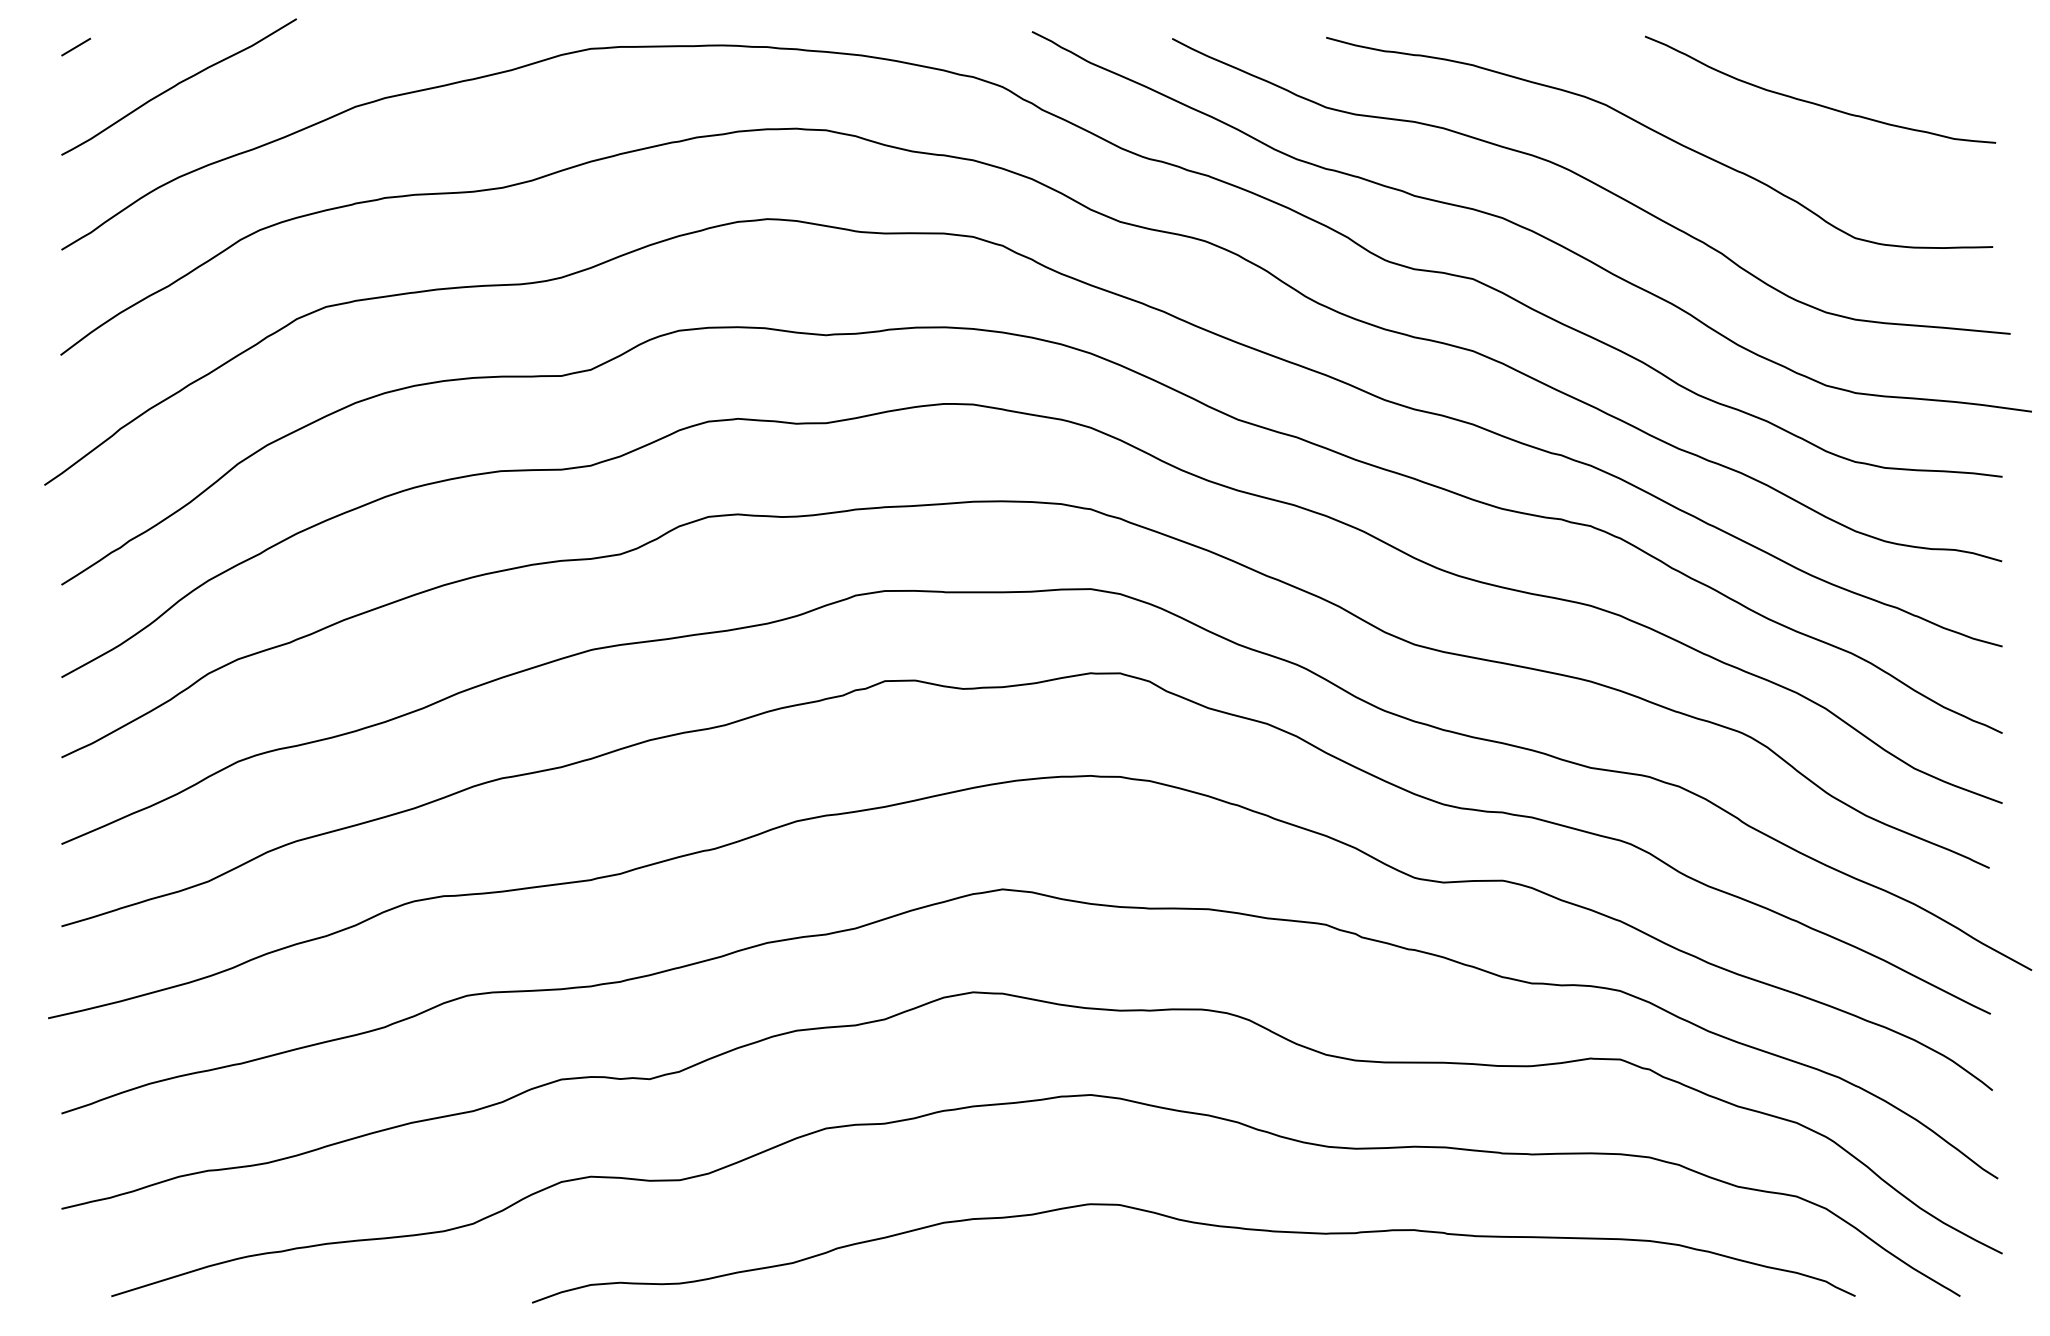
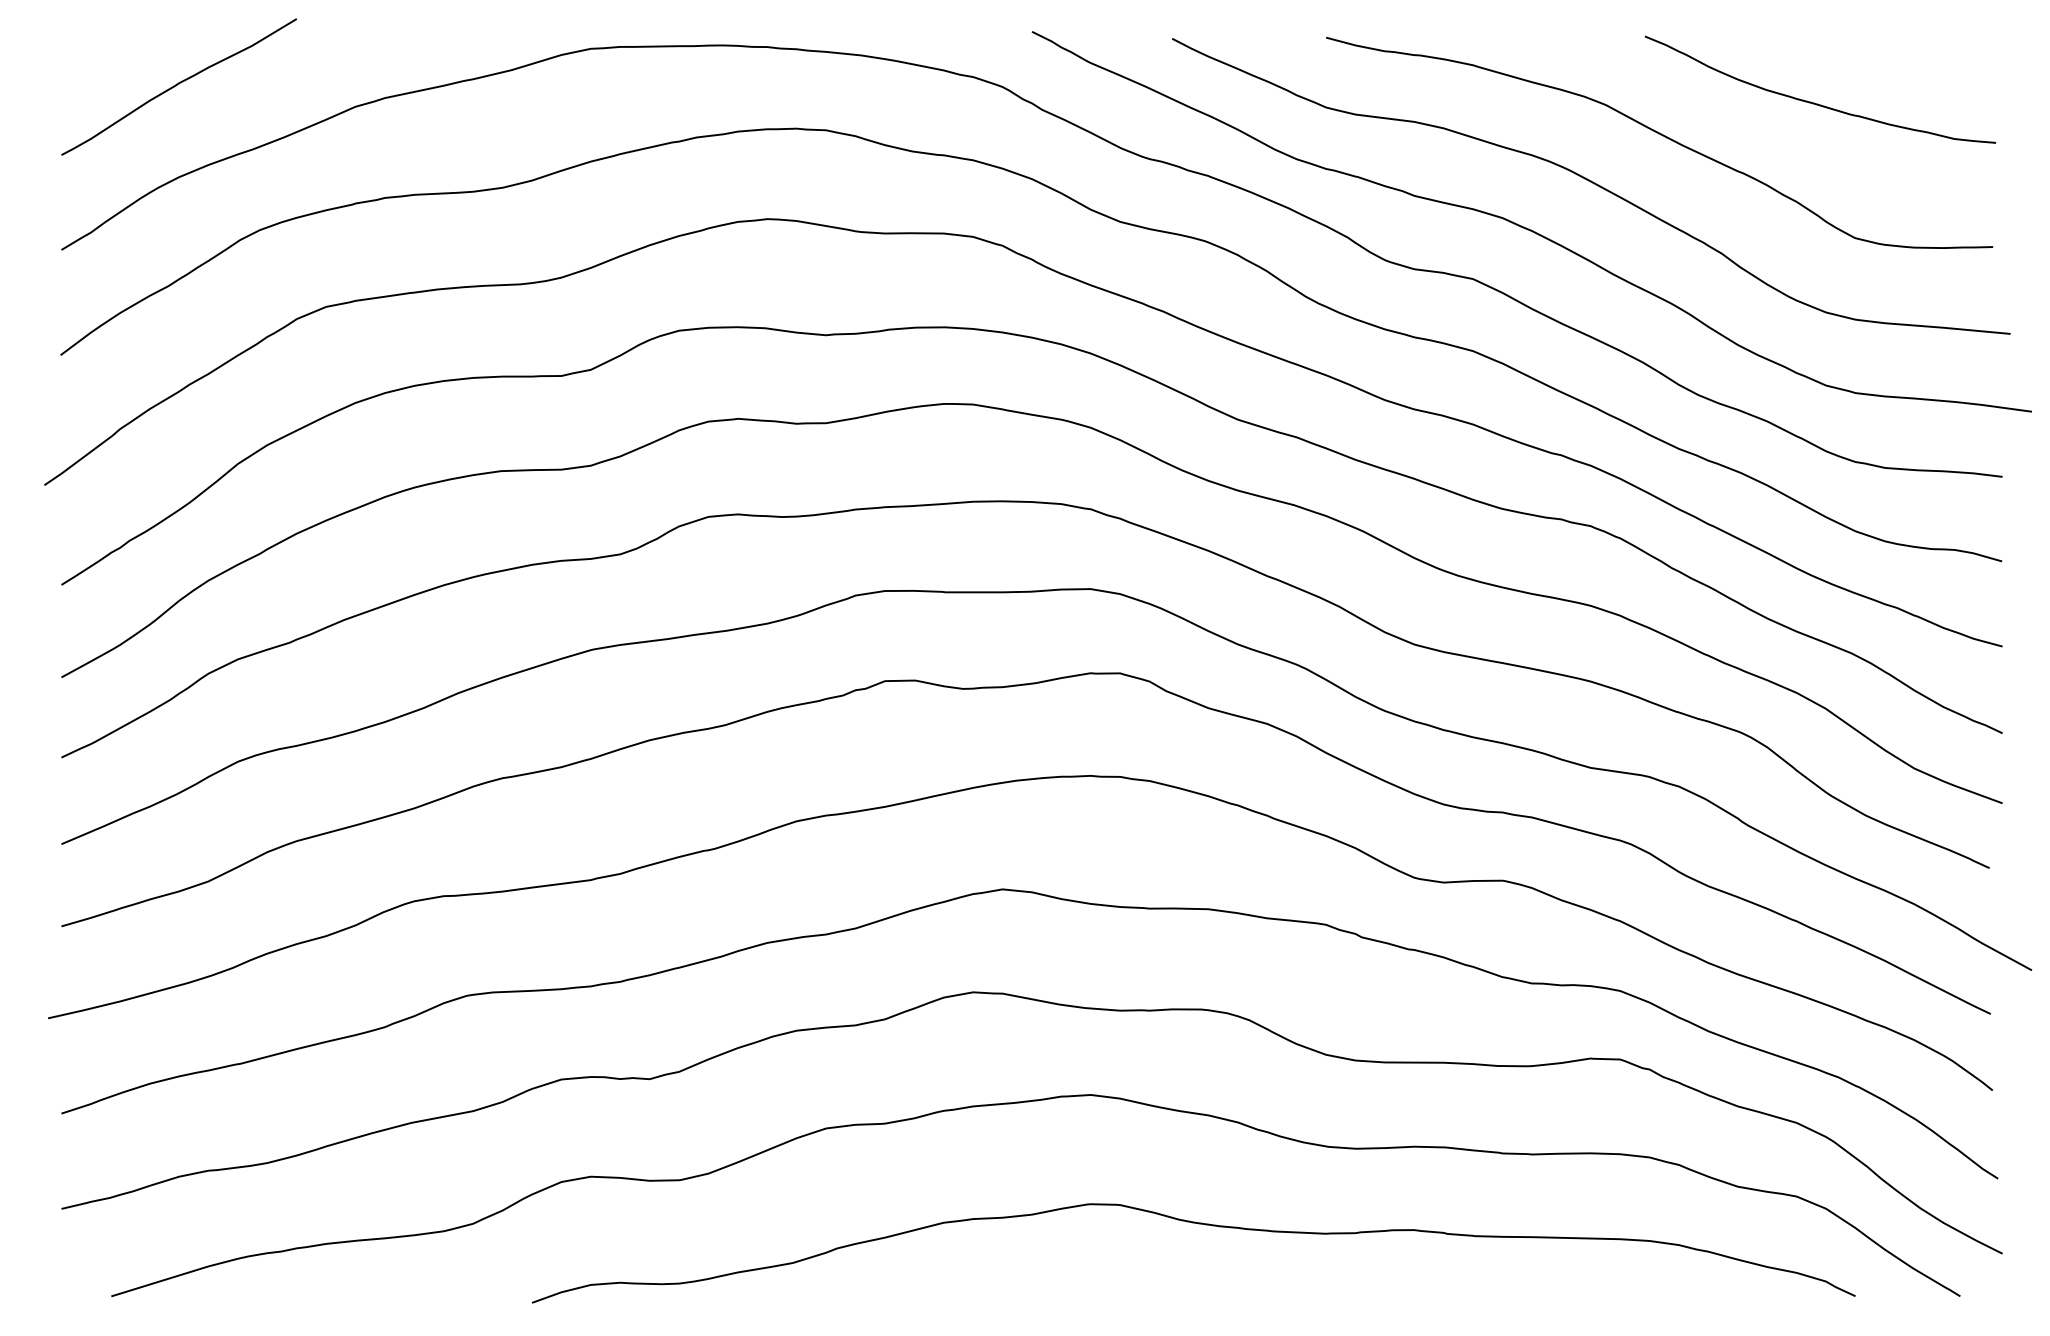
line at (75, 46): present -> none
